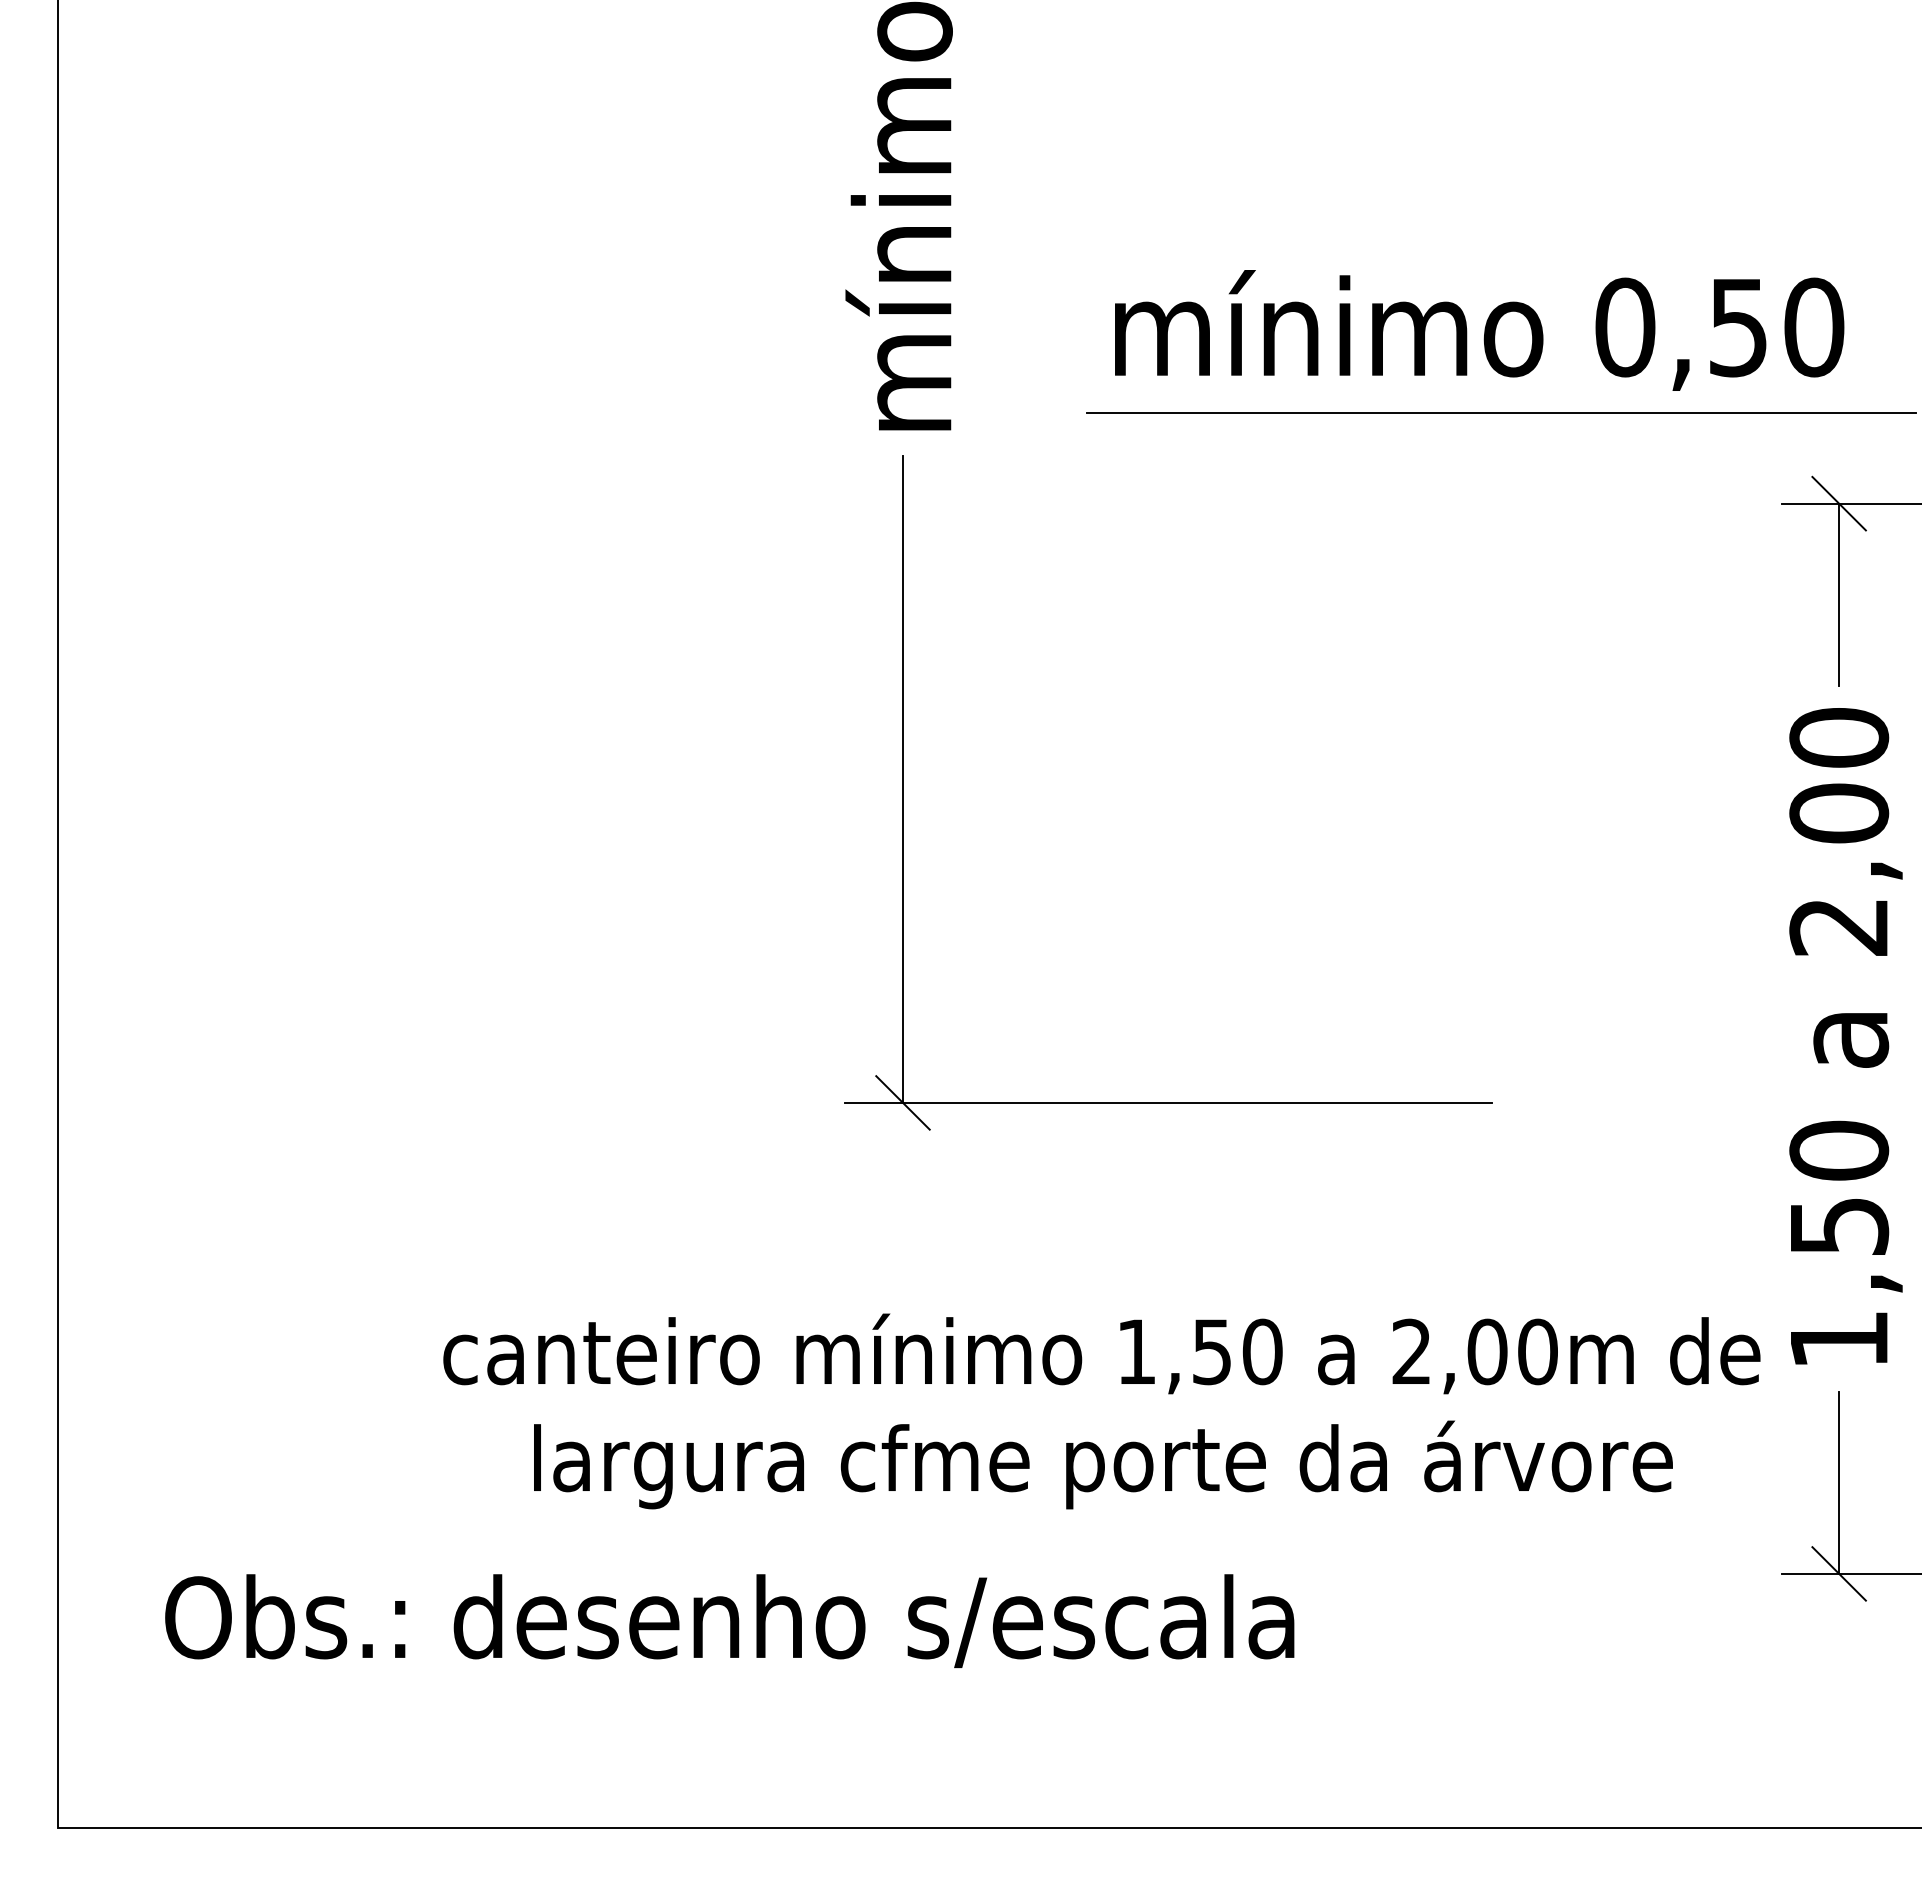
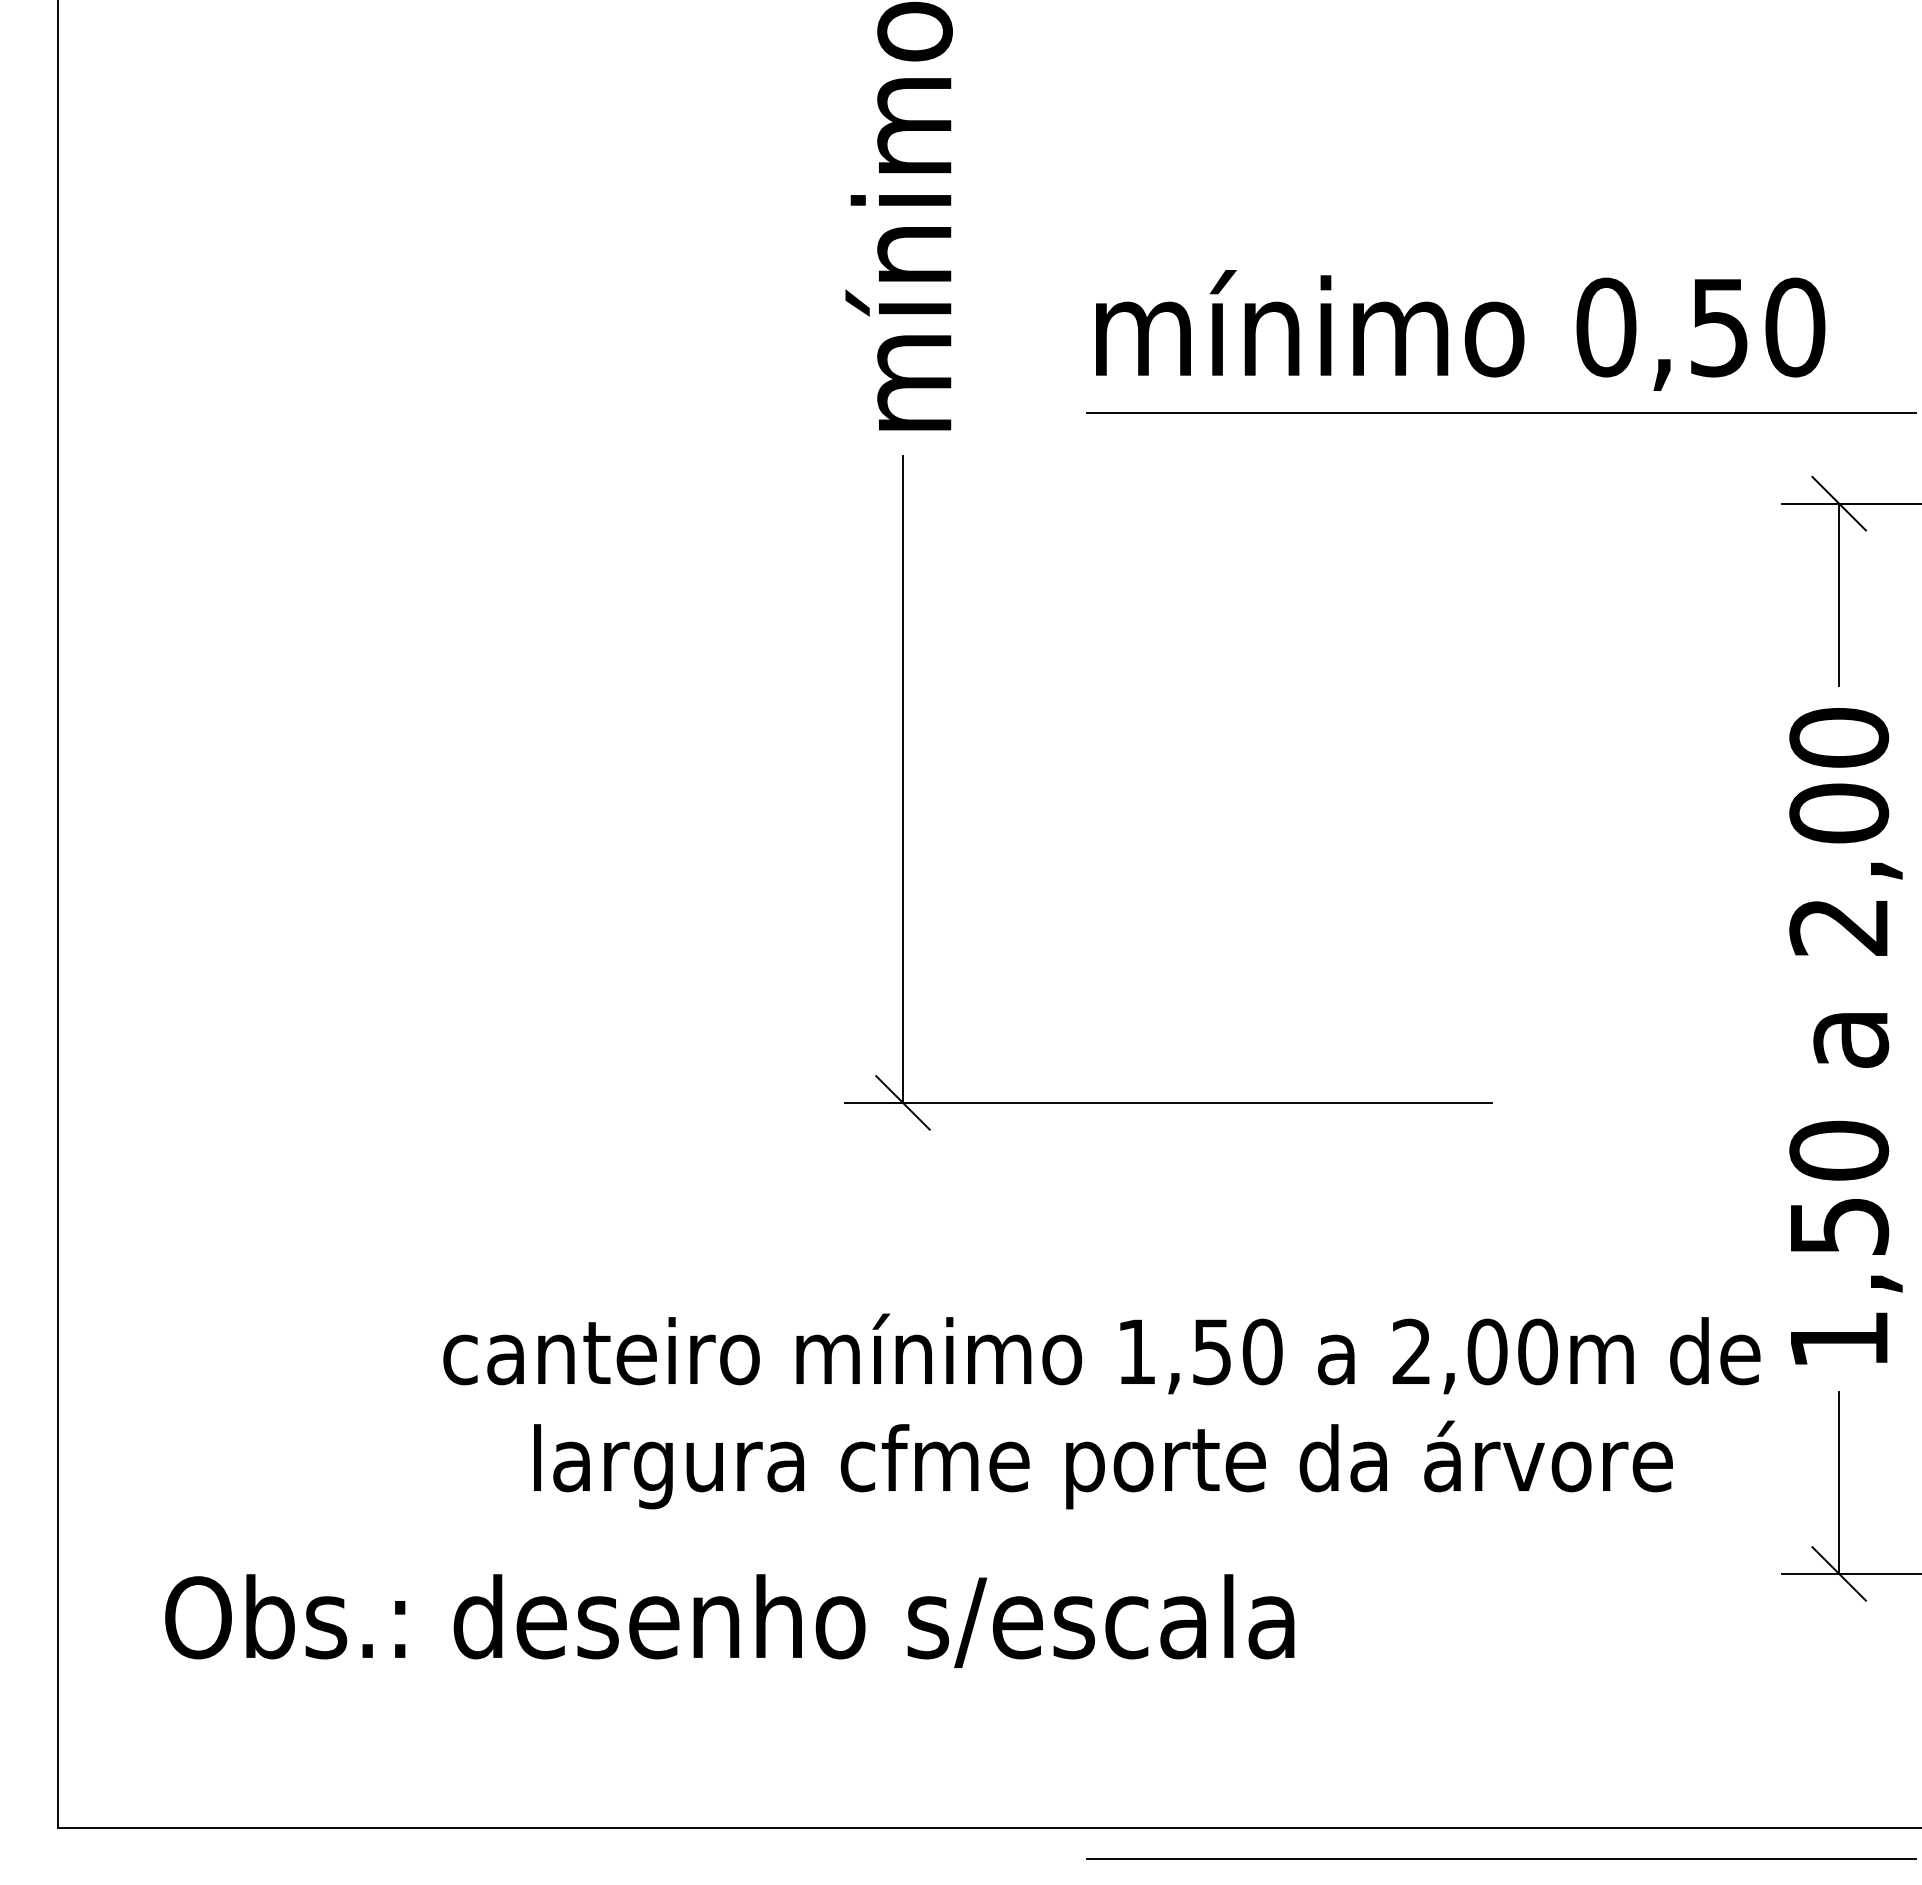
text at (1479, 330) position: (1479, 330) -> (1460, 330)
line at (1501, 1858): none -> present
